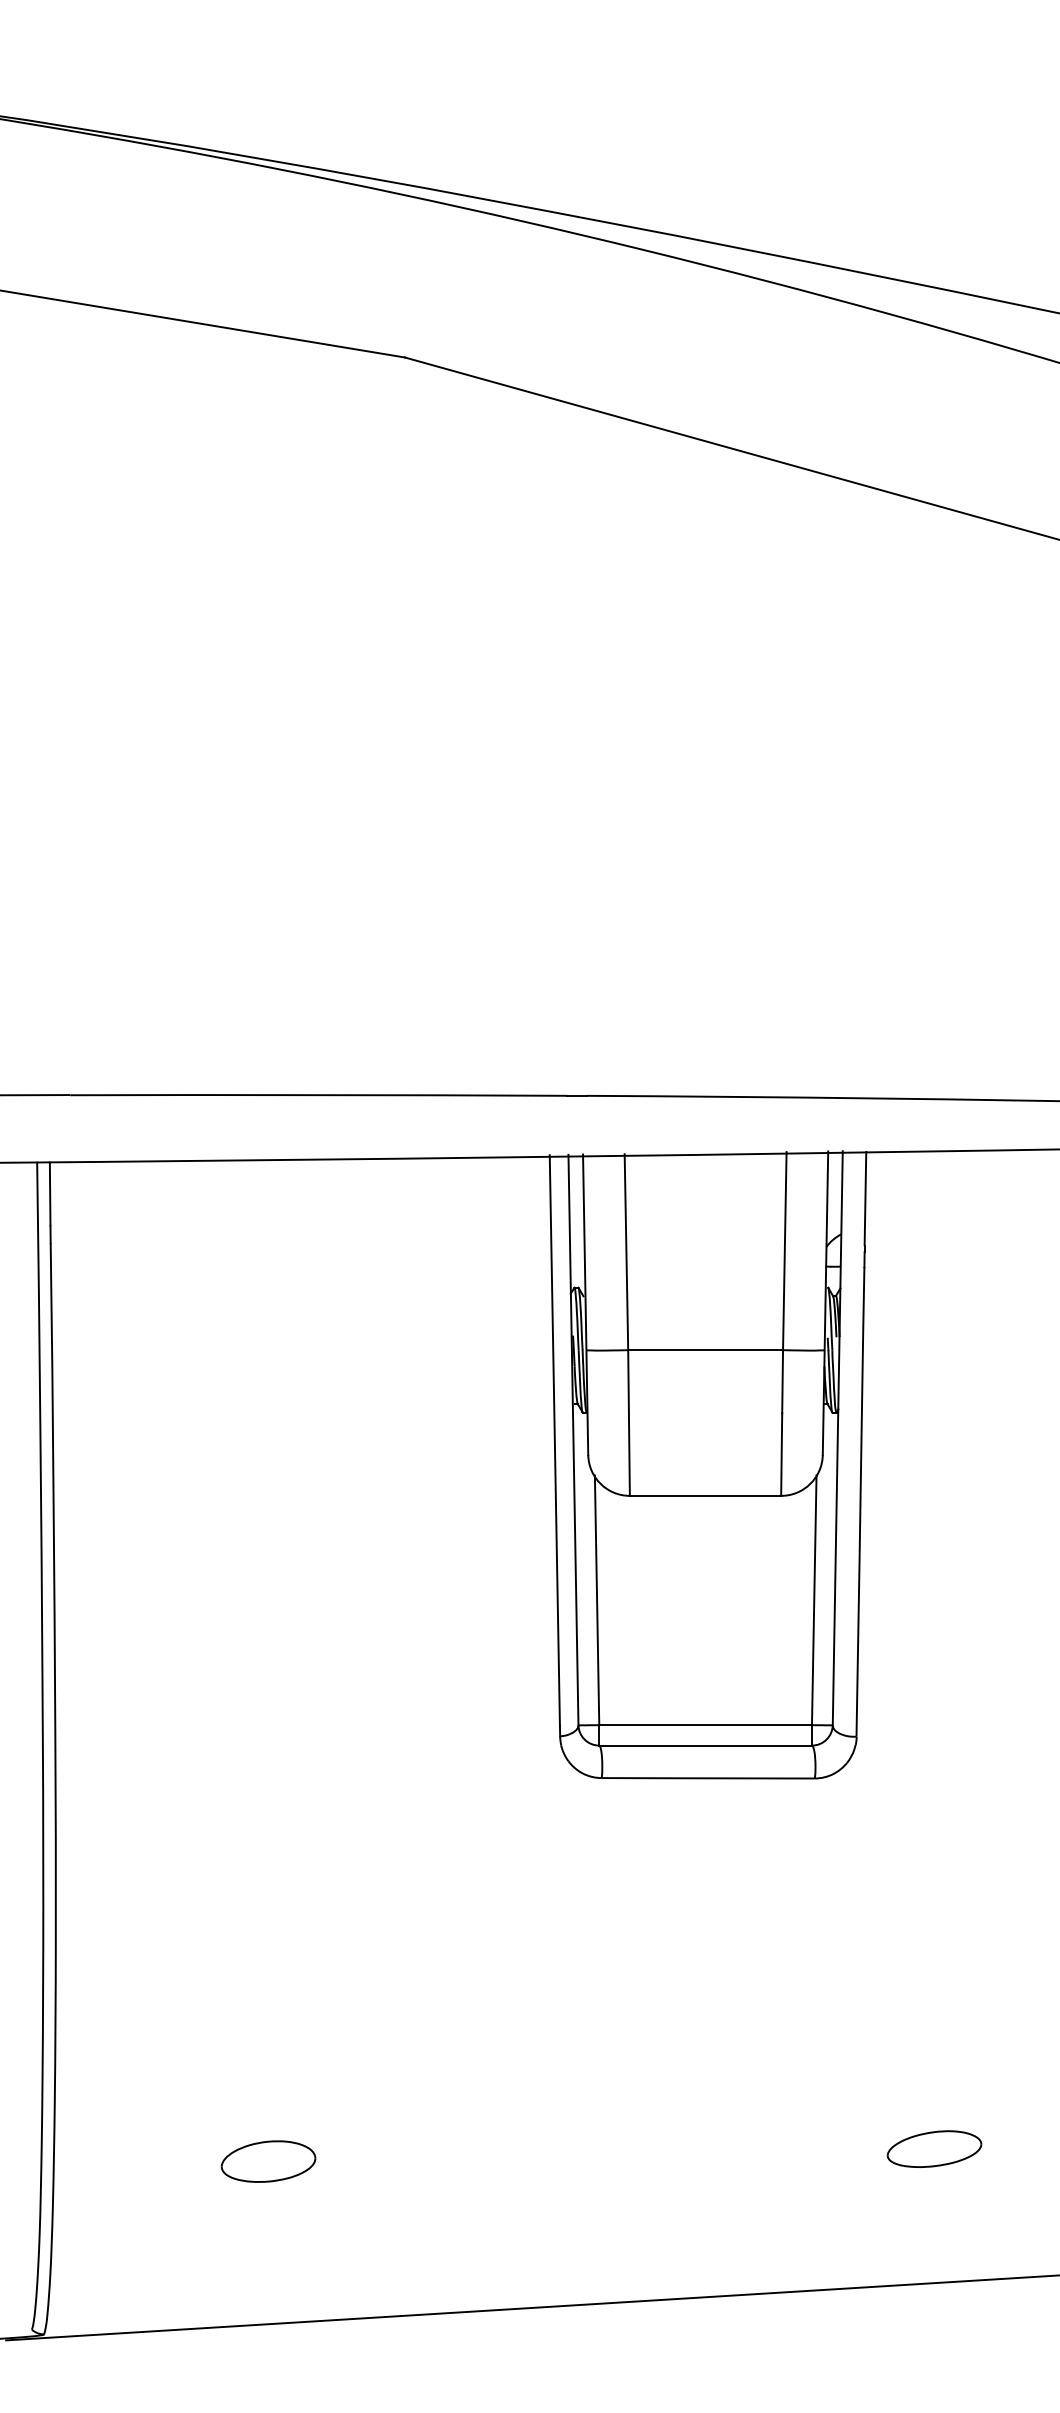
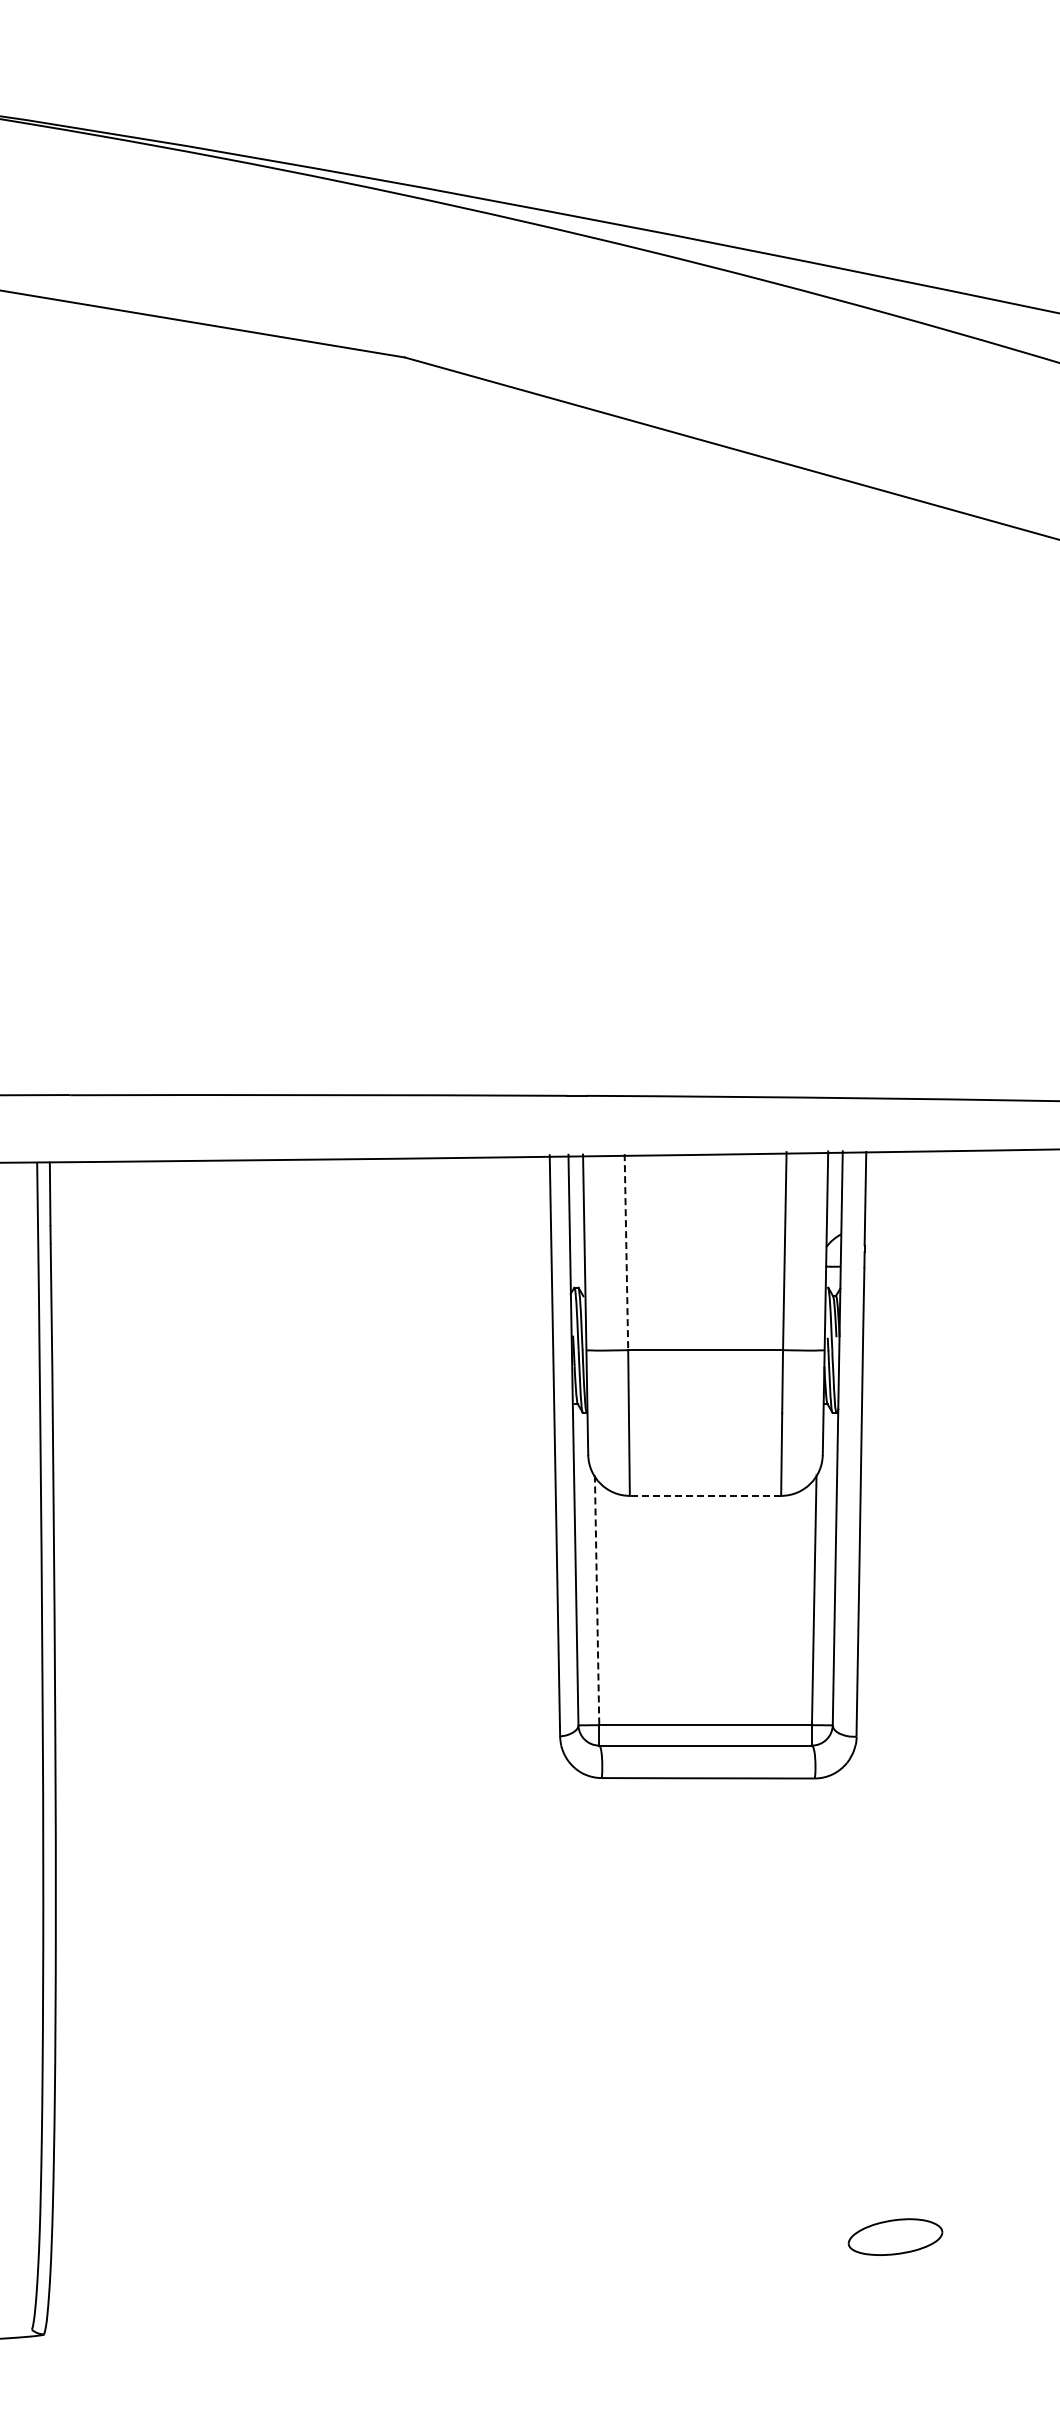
line at (626, 1252): solid -> dashed
line at (705, 1495): solid -> dashed
line at (597, 1600): solid -> dashed
part at (934, 2148) position: (934, 2148) -> (895, 2236)
part at (268, 2161): present -> none
line at (531, 2307): present -> none
